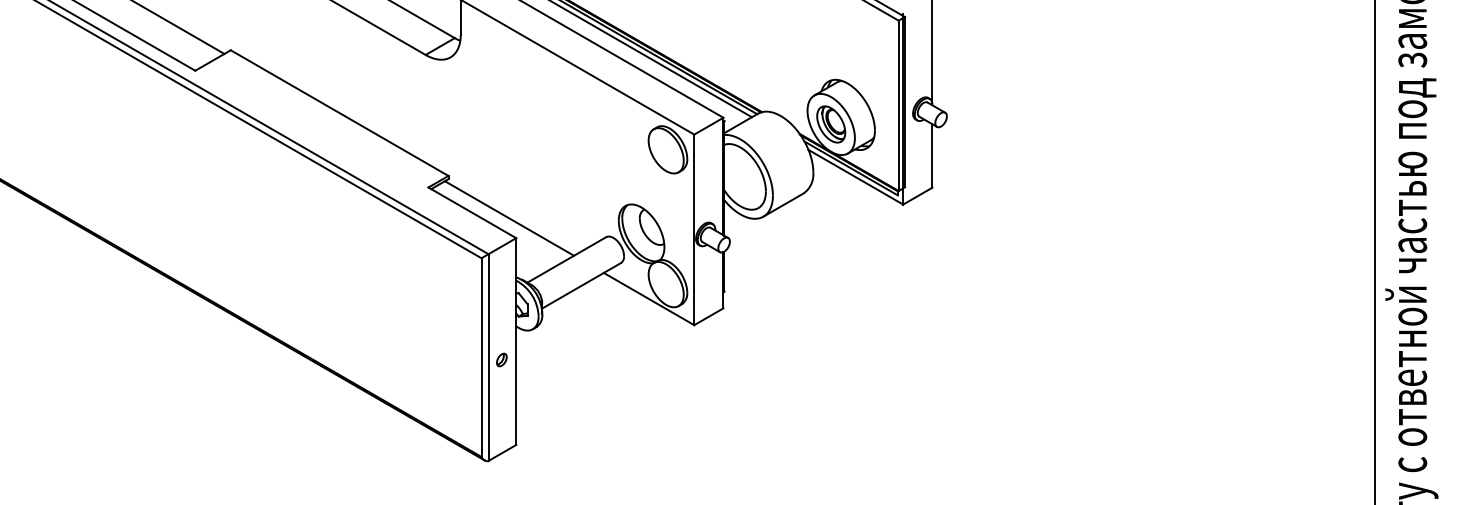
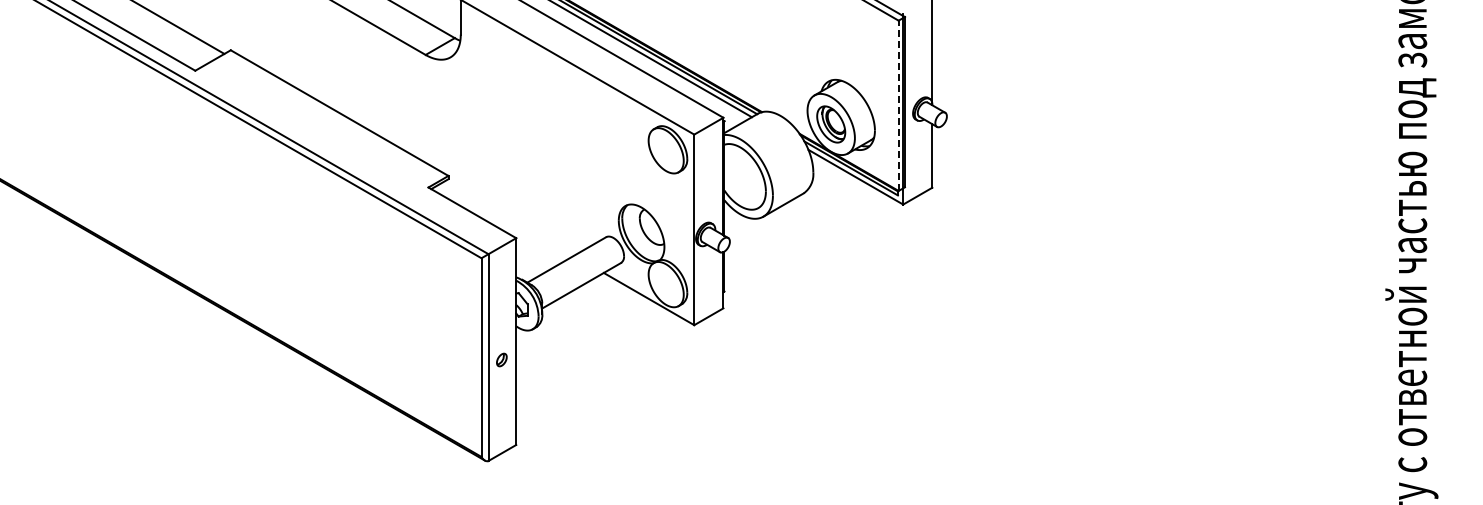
line at (898, 105): solid -> dashed
line at (509, 218): present -> none
line at (1375, 251): present -> none
